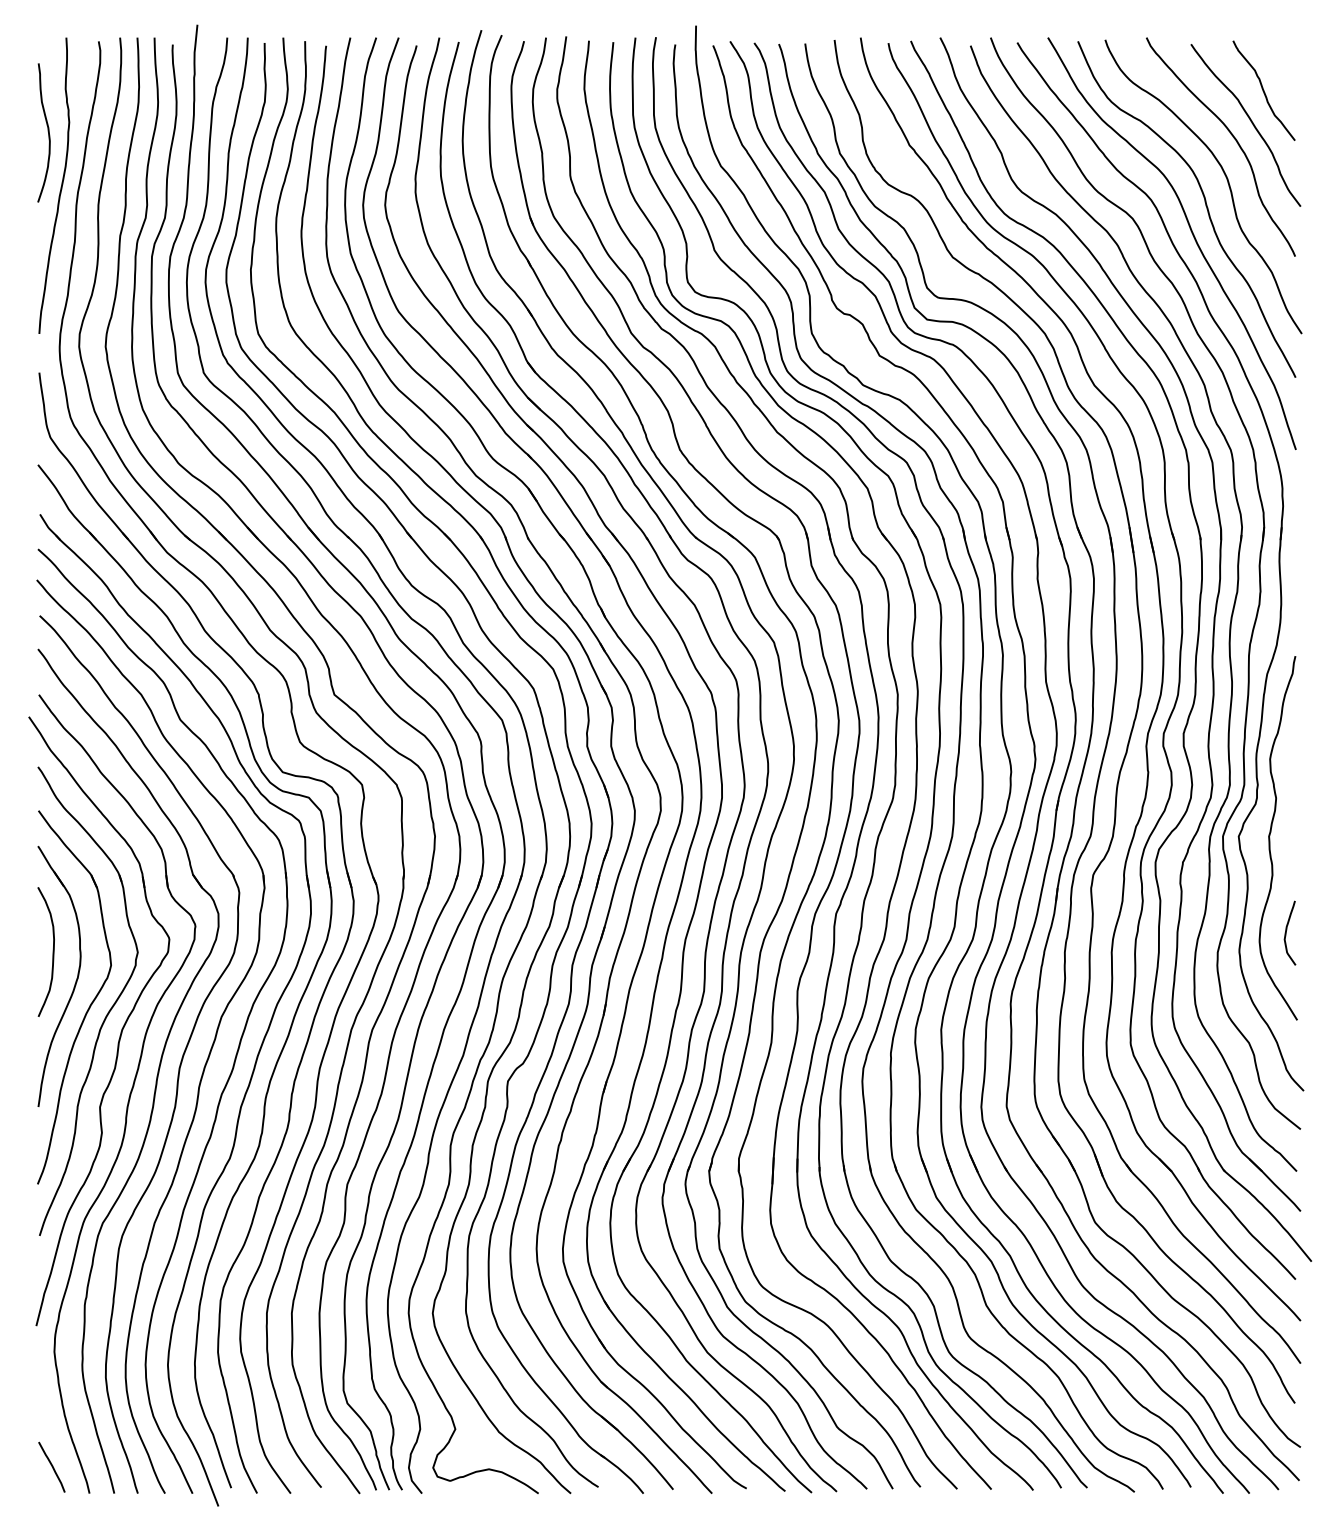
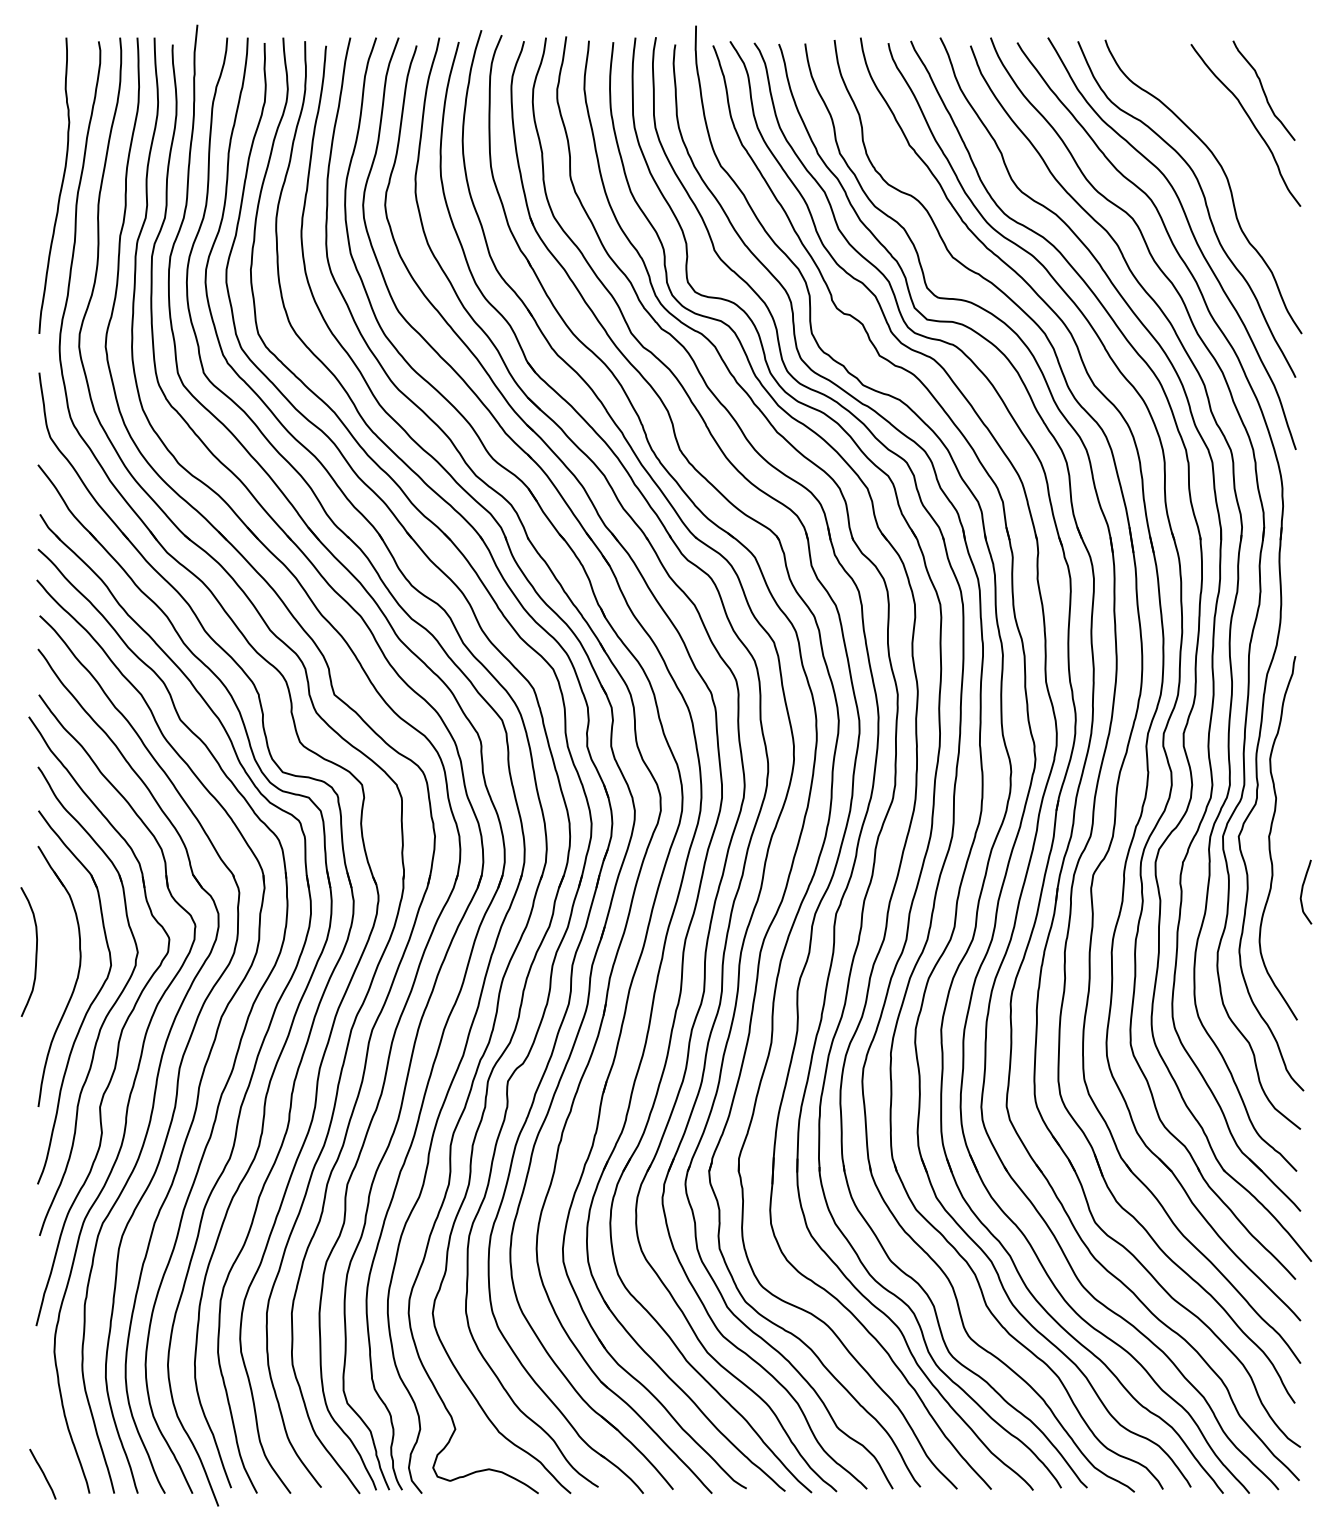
curve at (47, 131): present -> none
curve at (1233, 138): present -> none
curve at (1287, 930) position: (1287, 930) -> (1303, 889)
curve at (52, 951) position: (52, 951) -> (35, 951)
curve at (51, 1466) position: (51, 1466) -> (42, 1473)
